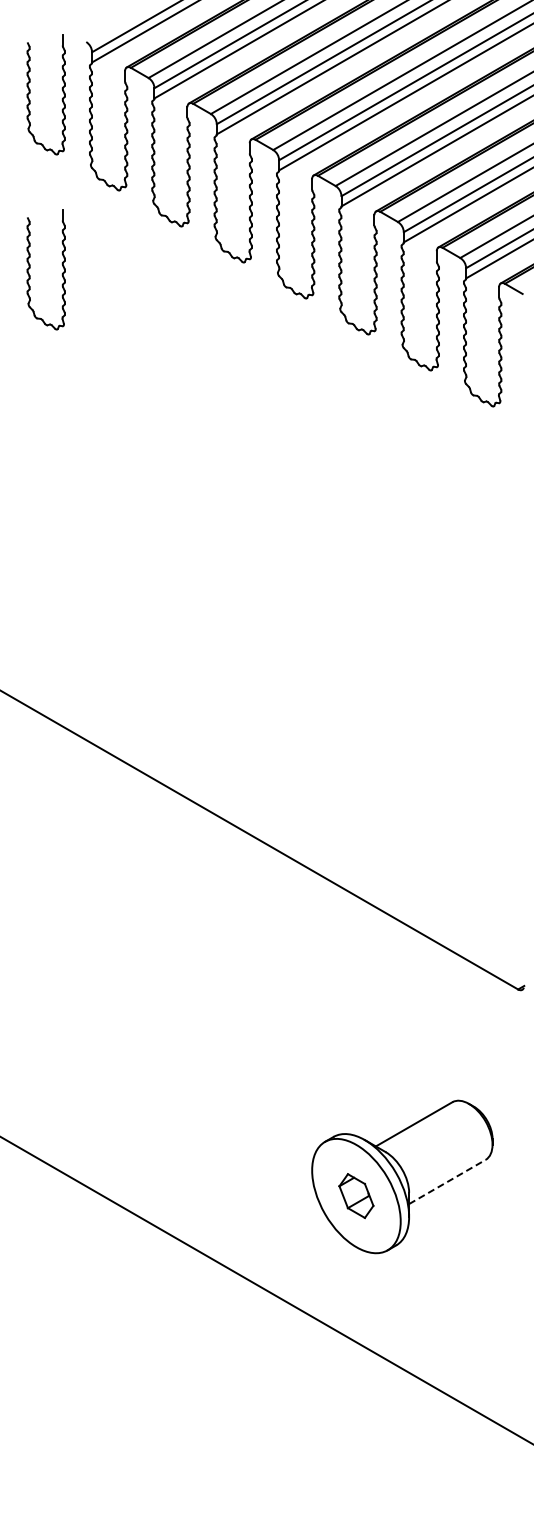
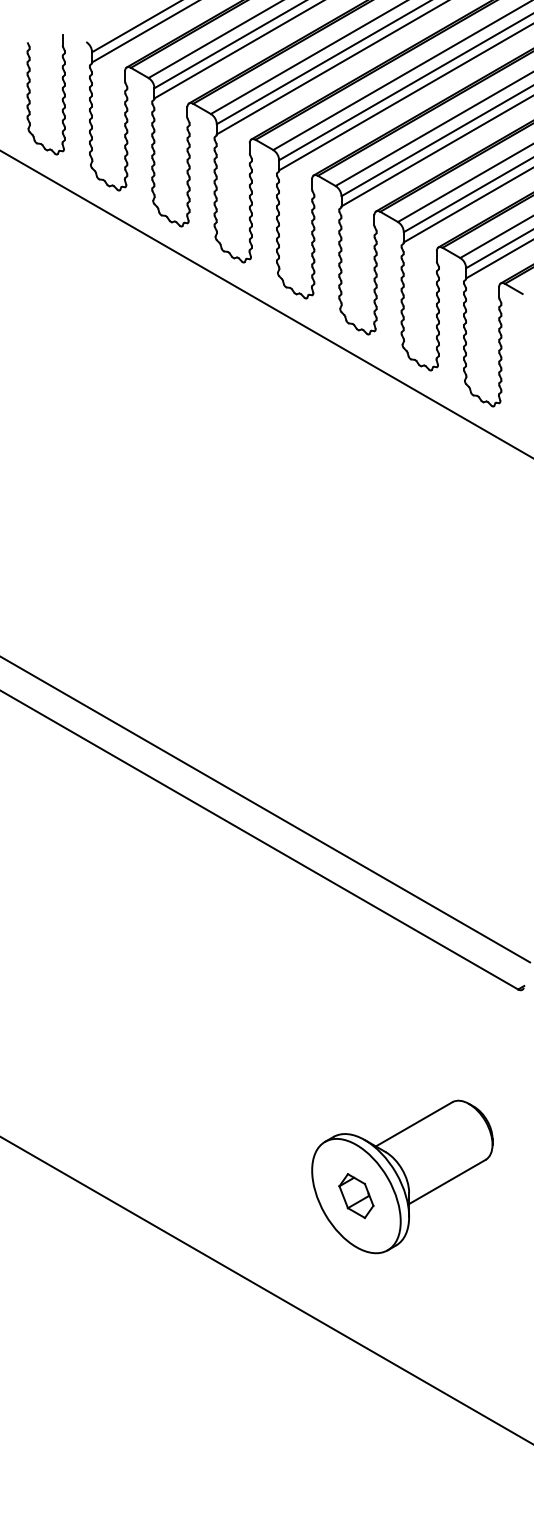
part at (30, 268): present -> none
line at (266, 303): none -> present
line at (266, 809): none -> present
line at (447, 1181): dashed -> solid
